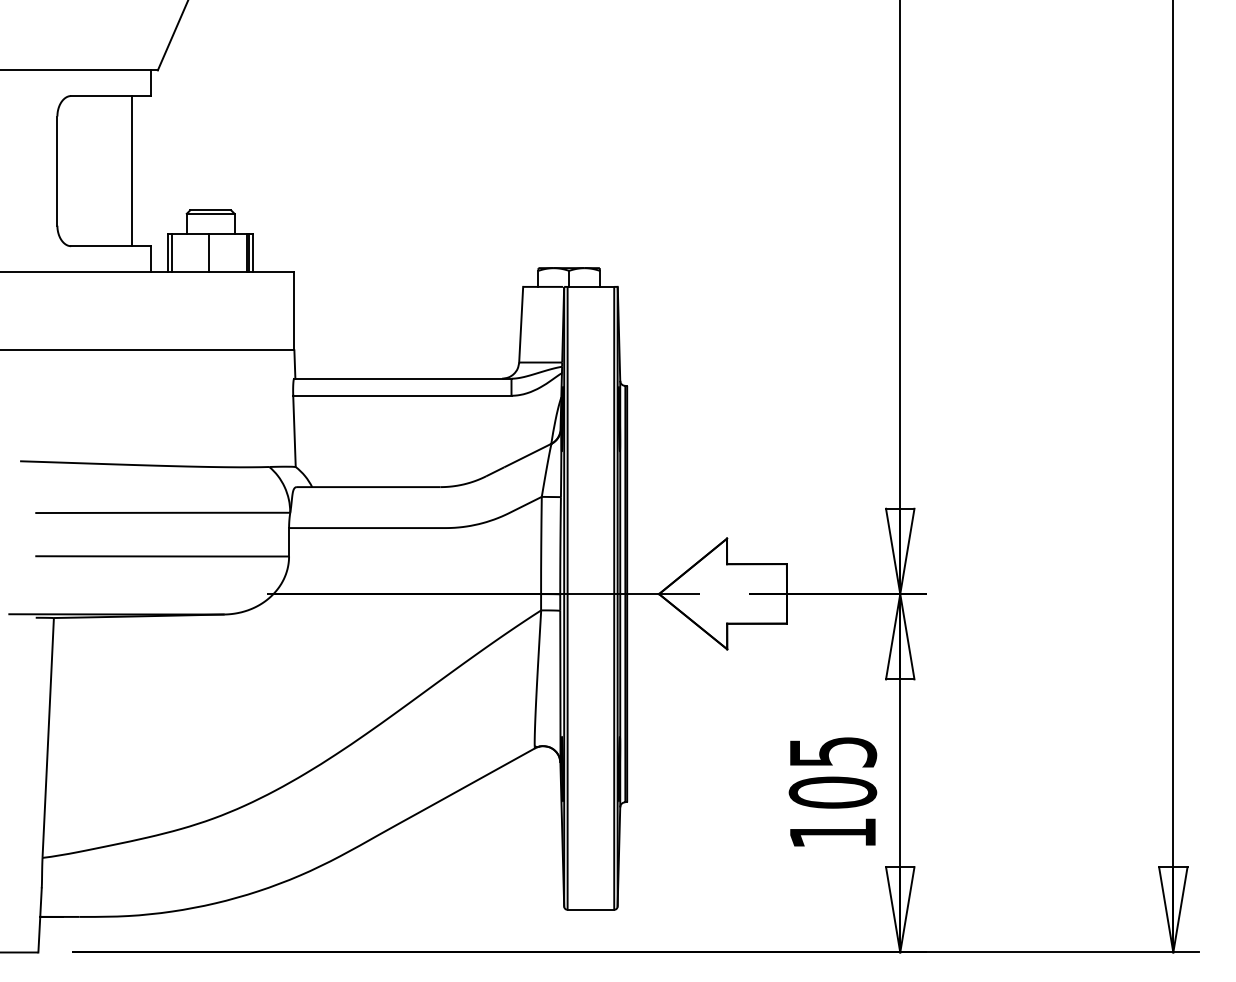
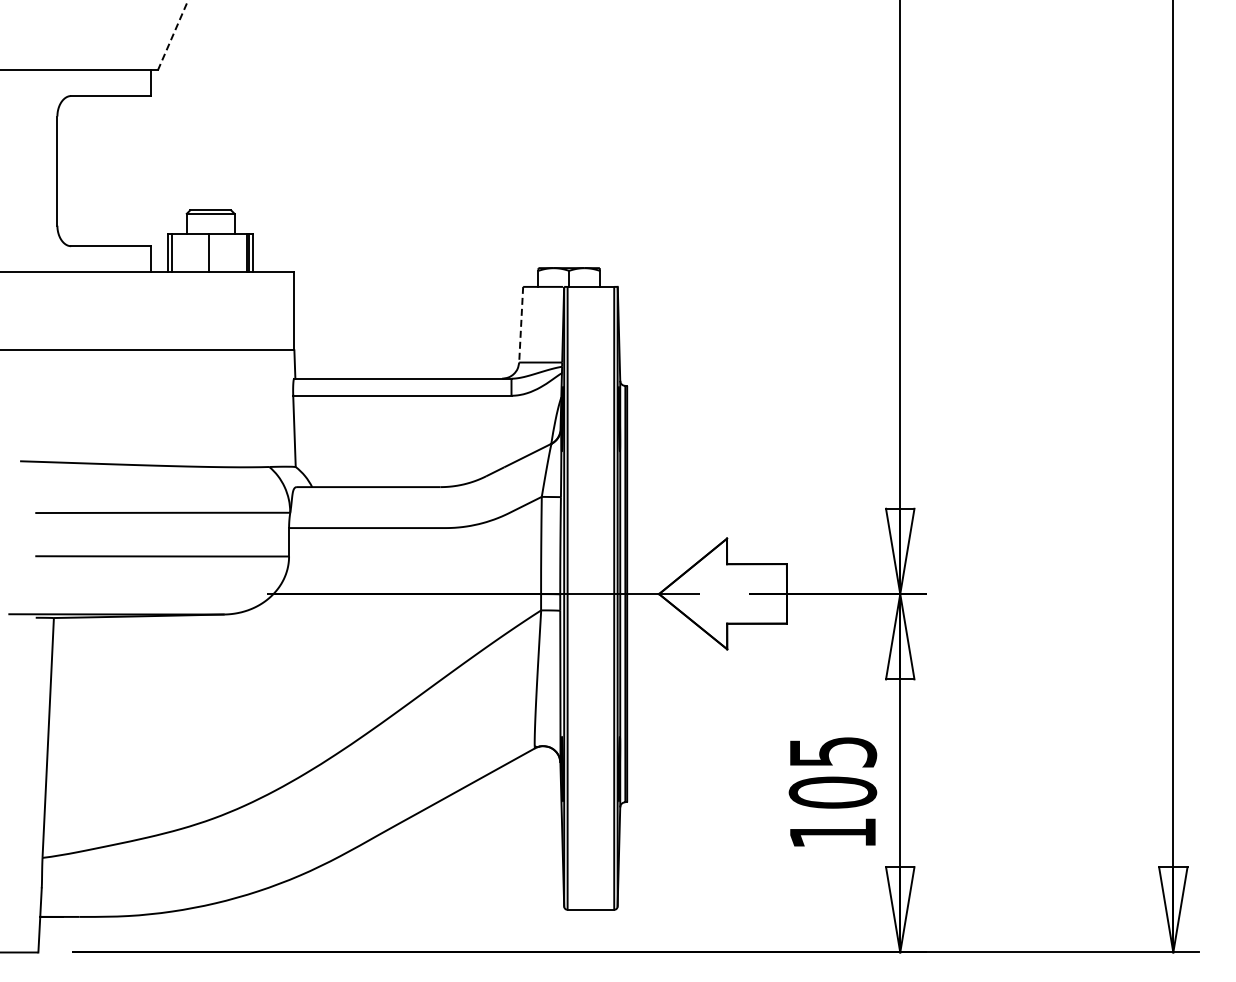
line at (172, 35): solid -> dashed
line at (132, 171): present -> none
line at (521, 324): solid -> dashed
